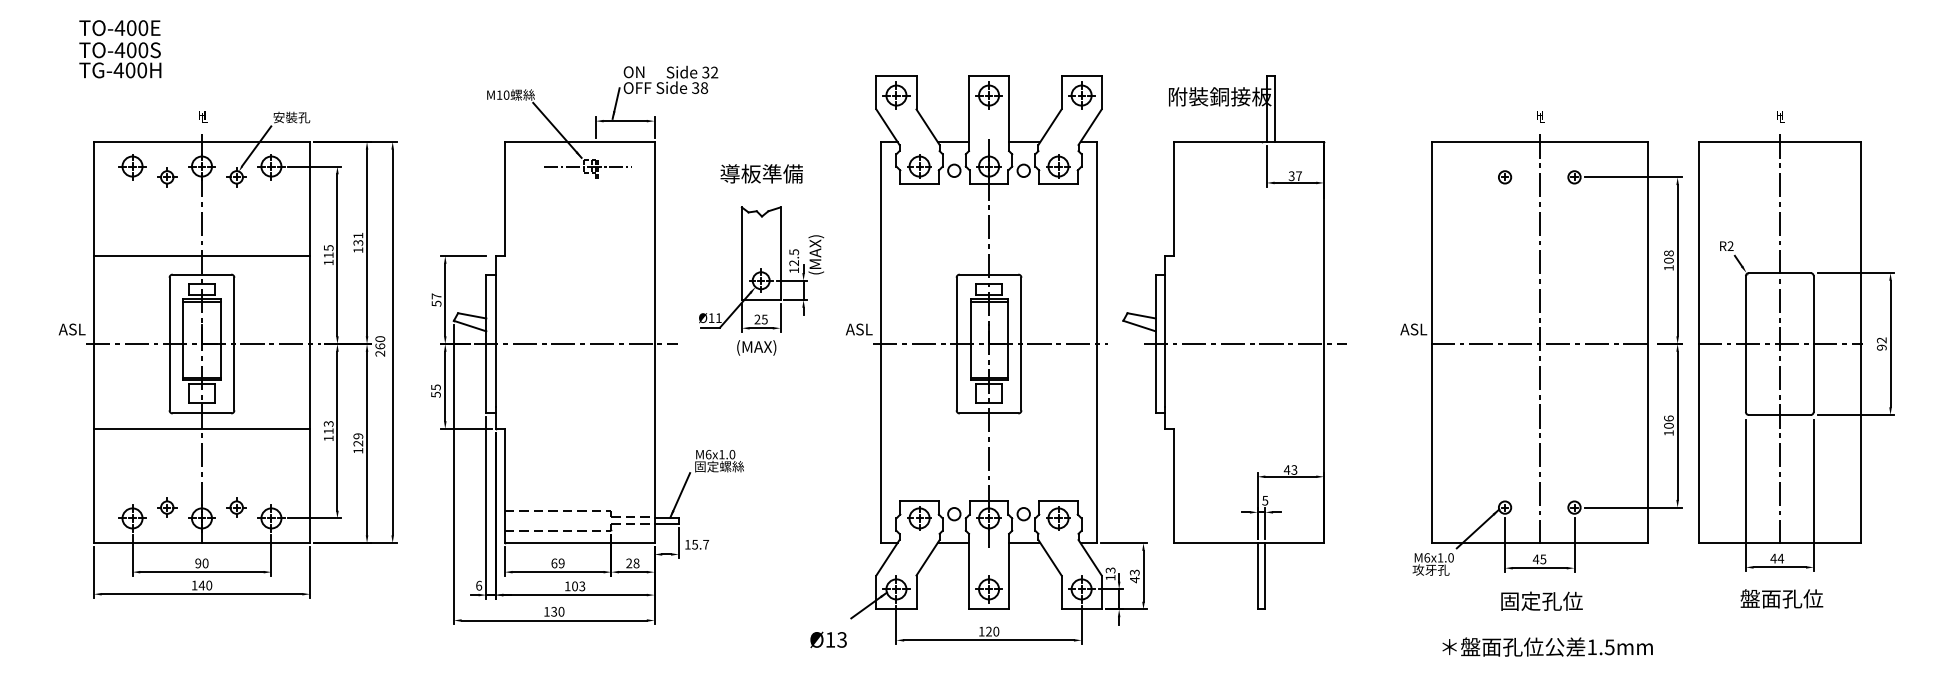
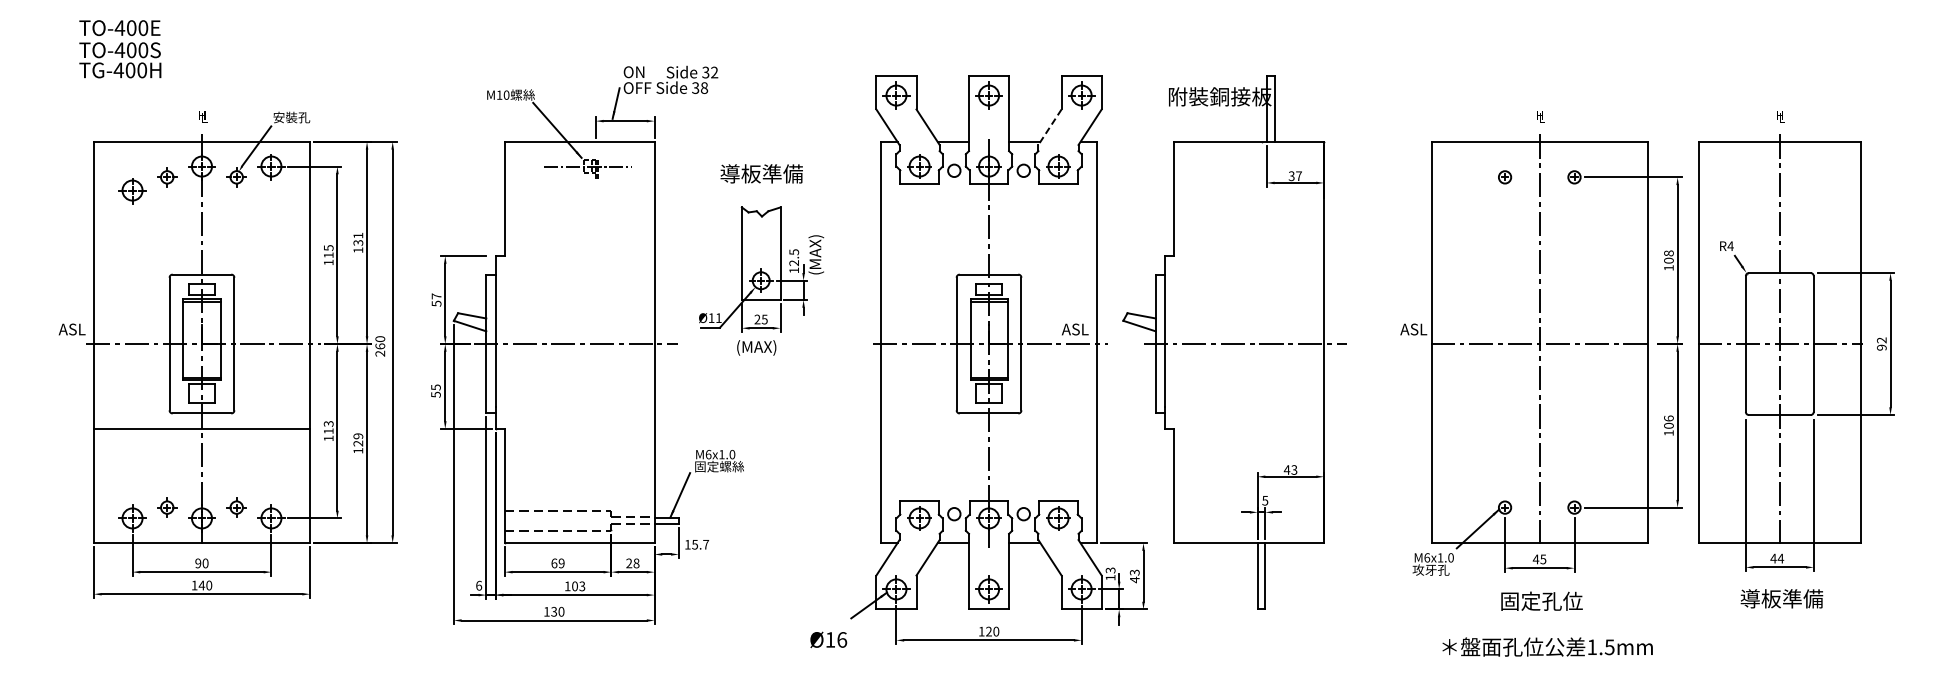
line at (1049, 127): solid -> dashed
part at (132, 167) position: (132, 167) -> (132, 191)
text at (1730, 245): R2 -> R4
line at (201, 256): present -> none
text at (859, 329) position: (859, 329) -> (1075, 329)
text at (1781, 598): 盤面孔位 -> 導板準備
text at (842, 639): Ø13 -> Ø16
